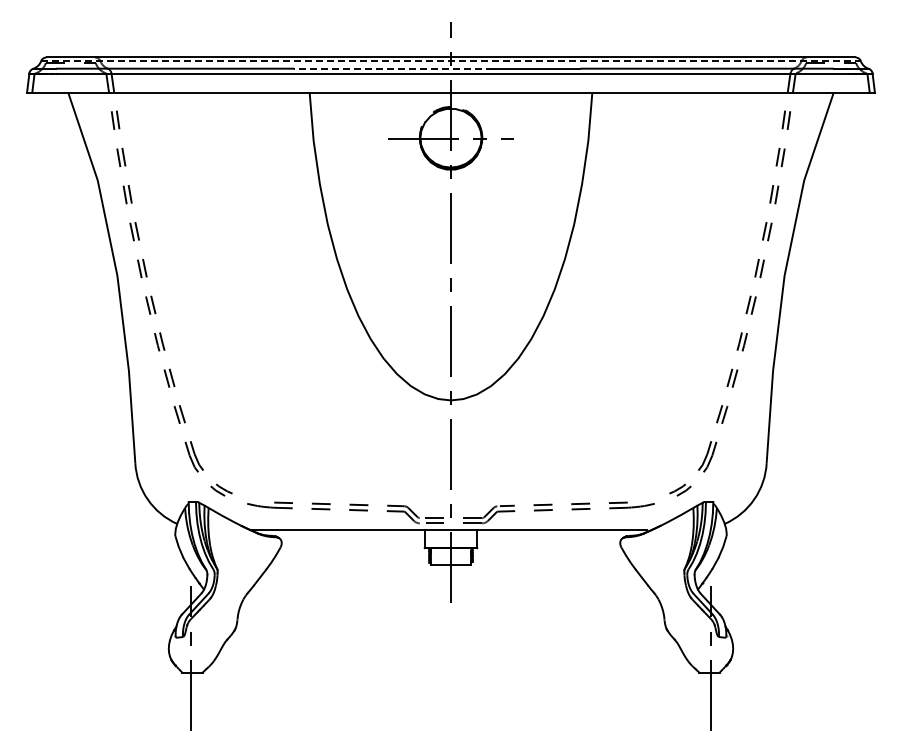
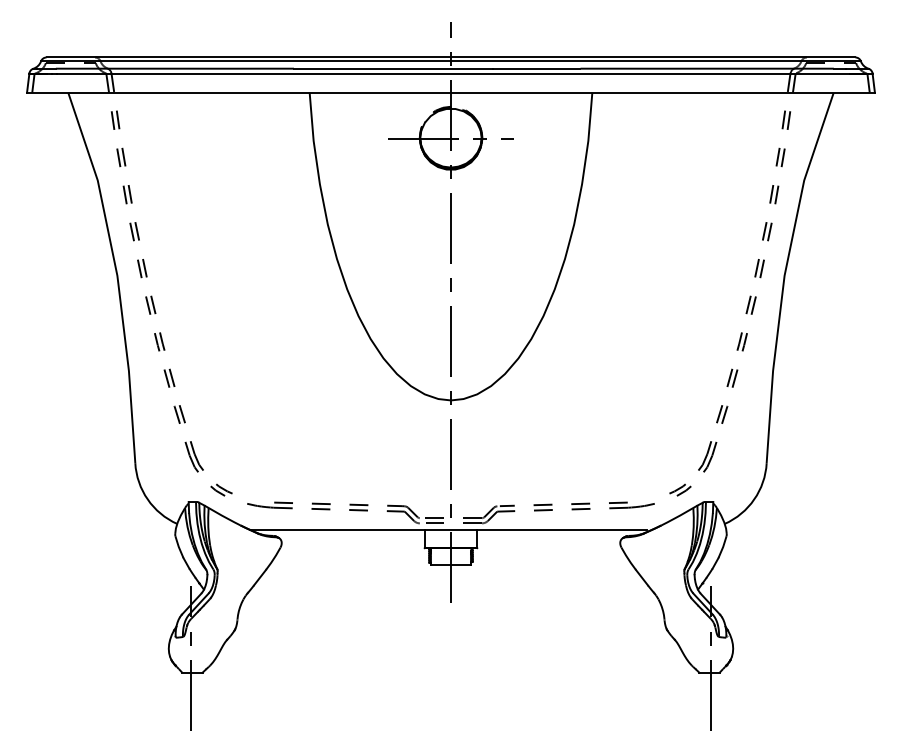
line at (450, 61): dashed -> solid
line at (392, 68): dashed -> solid
